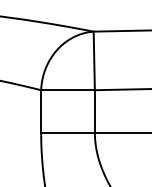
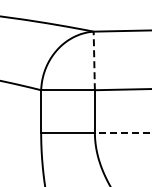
line at (94, 60): solid -> dashed
line at (122, 132): solid -> dashed
